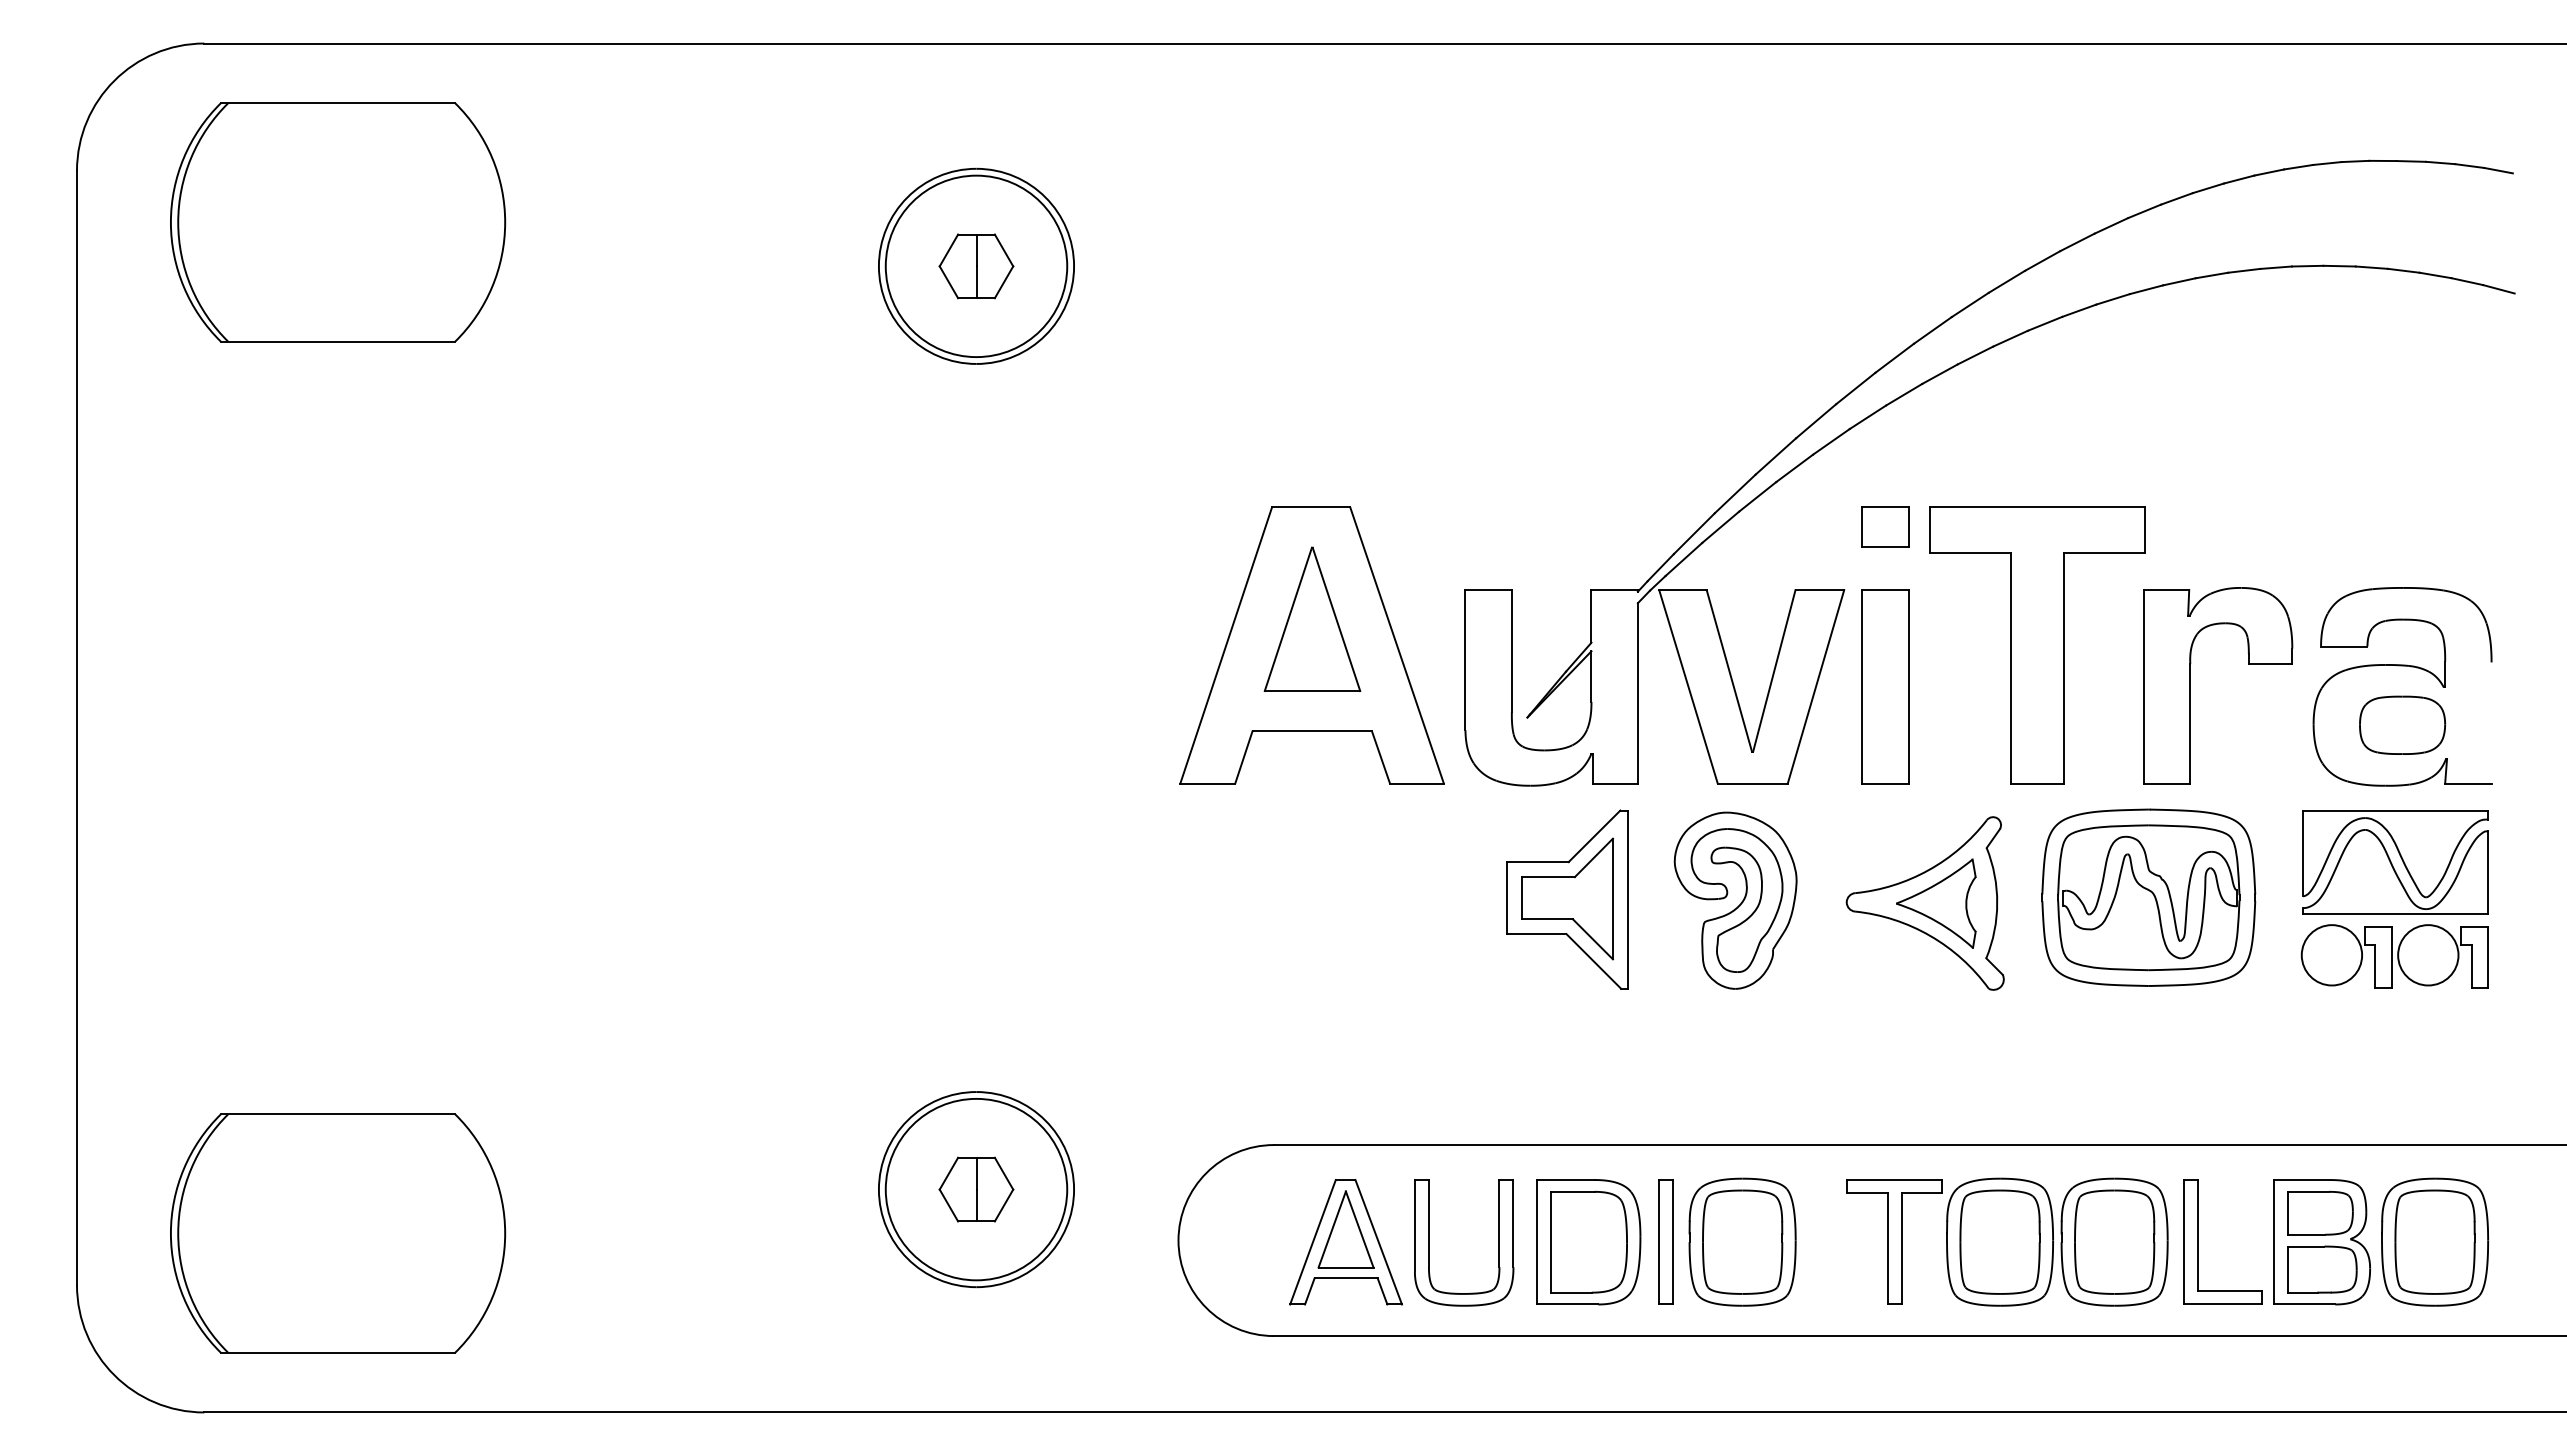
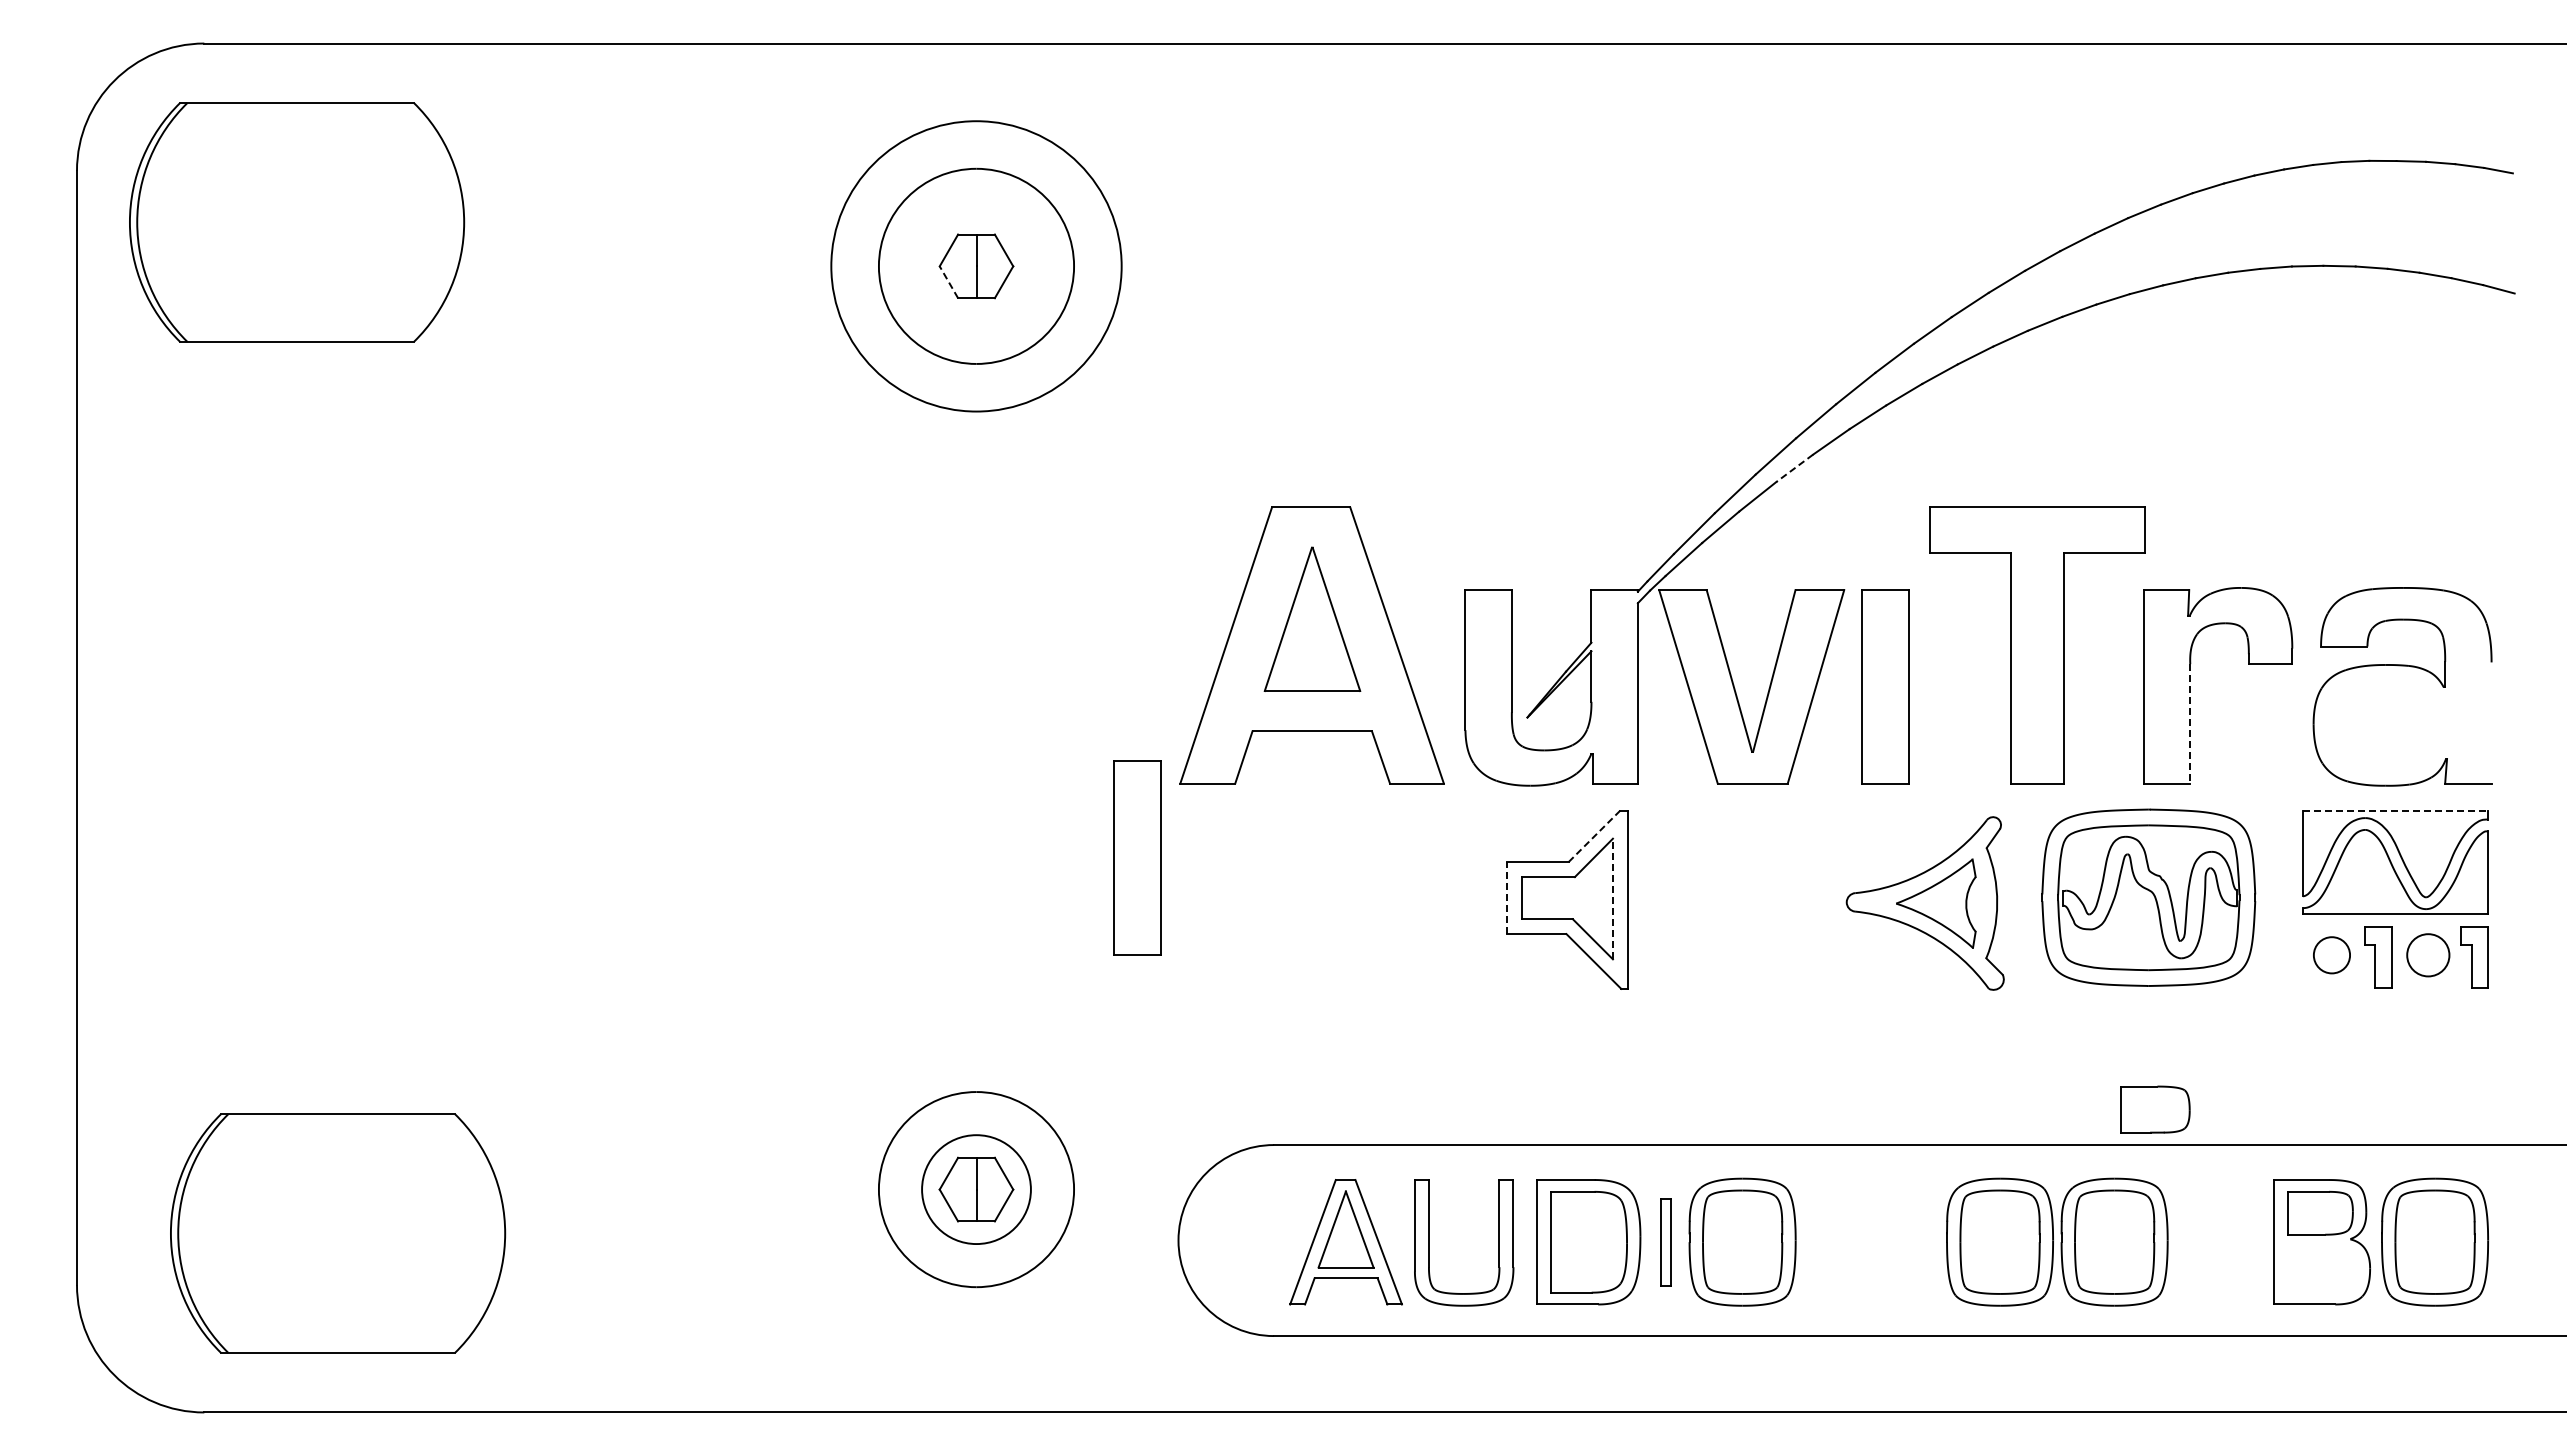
part at (338, 222) position: (338, 222) -> (297, 222)
circle at (976, 266) diameter: 181 px -> 290 px
line at (948, 281): solid -> dashed
line at (1794, 468): solid -> dashed
part at (1885, 526): present -> none
line at (2190, 723): solid -> dashed
part at (2402, 724): present -> none
line at (2395, 810): solid -> dashed
line at (1594, 835): solid -> dashed
part at (1137, 857): none -> present
line at (1506, 898): solid -> dashed
line at (1612, 898): solid -> dashed
part at (1735, 900): present -> none
circle at (2331, 955) diameter: 60 px -> 36 px
circle at (2428, 955) diameter: 60 px -> 42 px
circle at (976, 1189) diameter: 181 px -> 109 px
part at (1665, 1241) size: 16x126 px -> 12x89 px
part at (1894, 1241): present -> none
part at (2198, 1241): present -> none
part at (2322, 1269) position: (2322, 1269) -> (2155, 1109)
